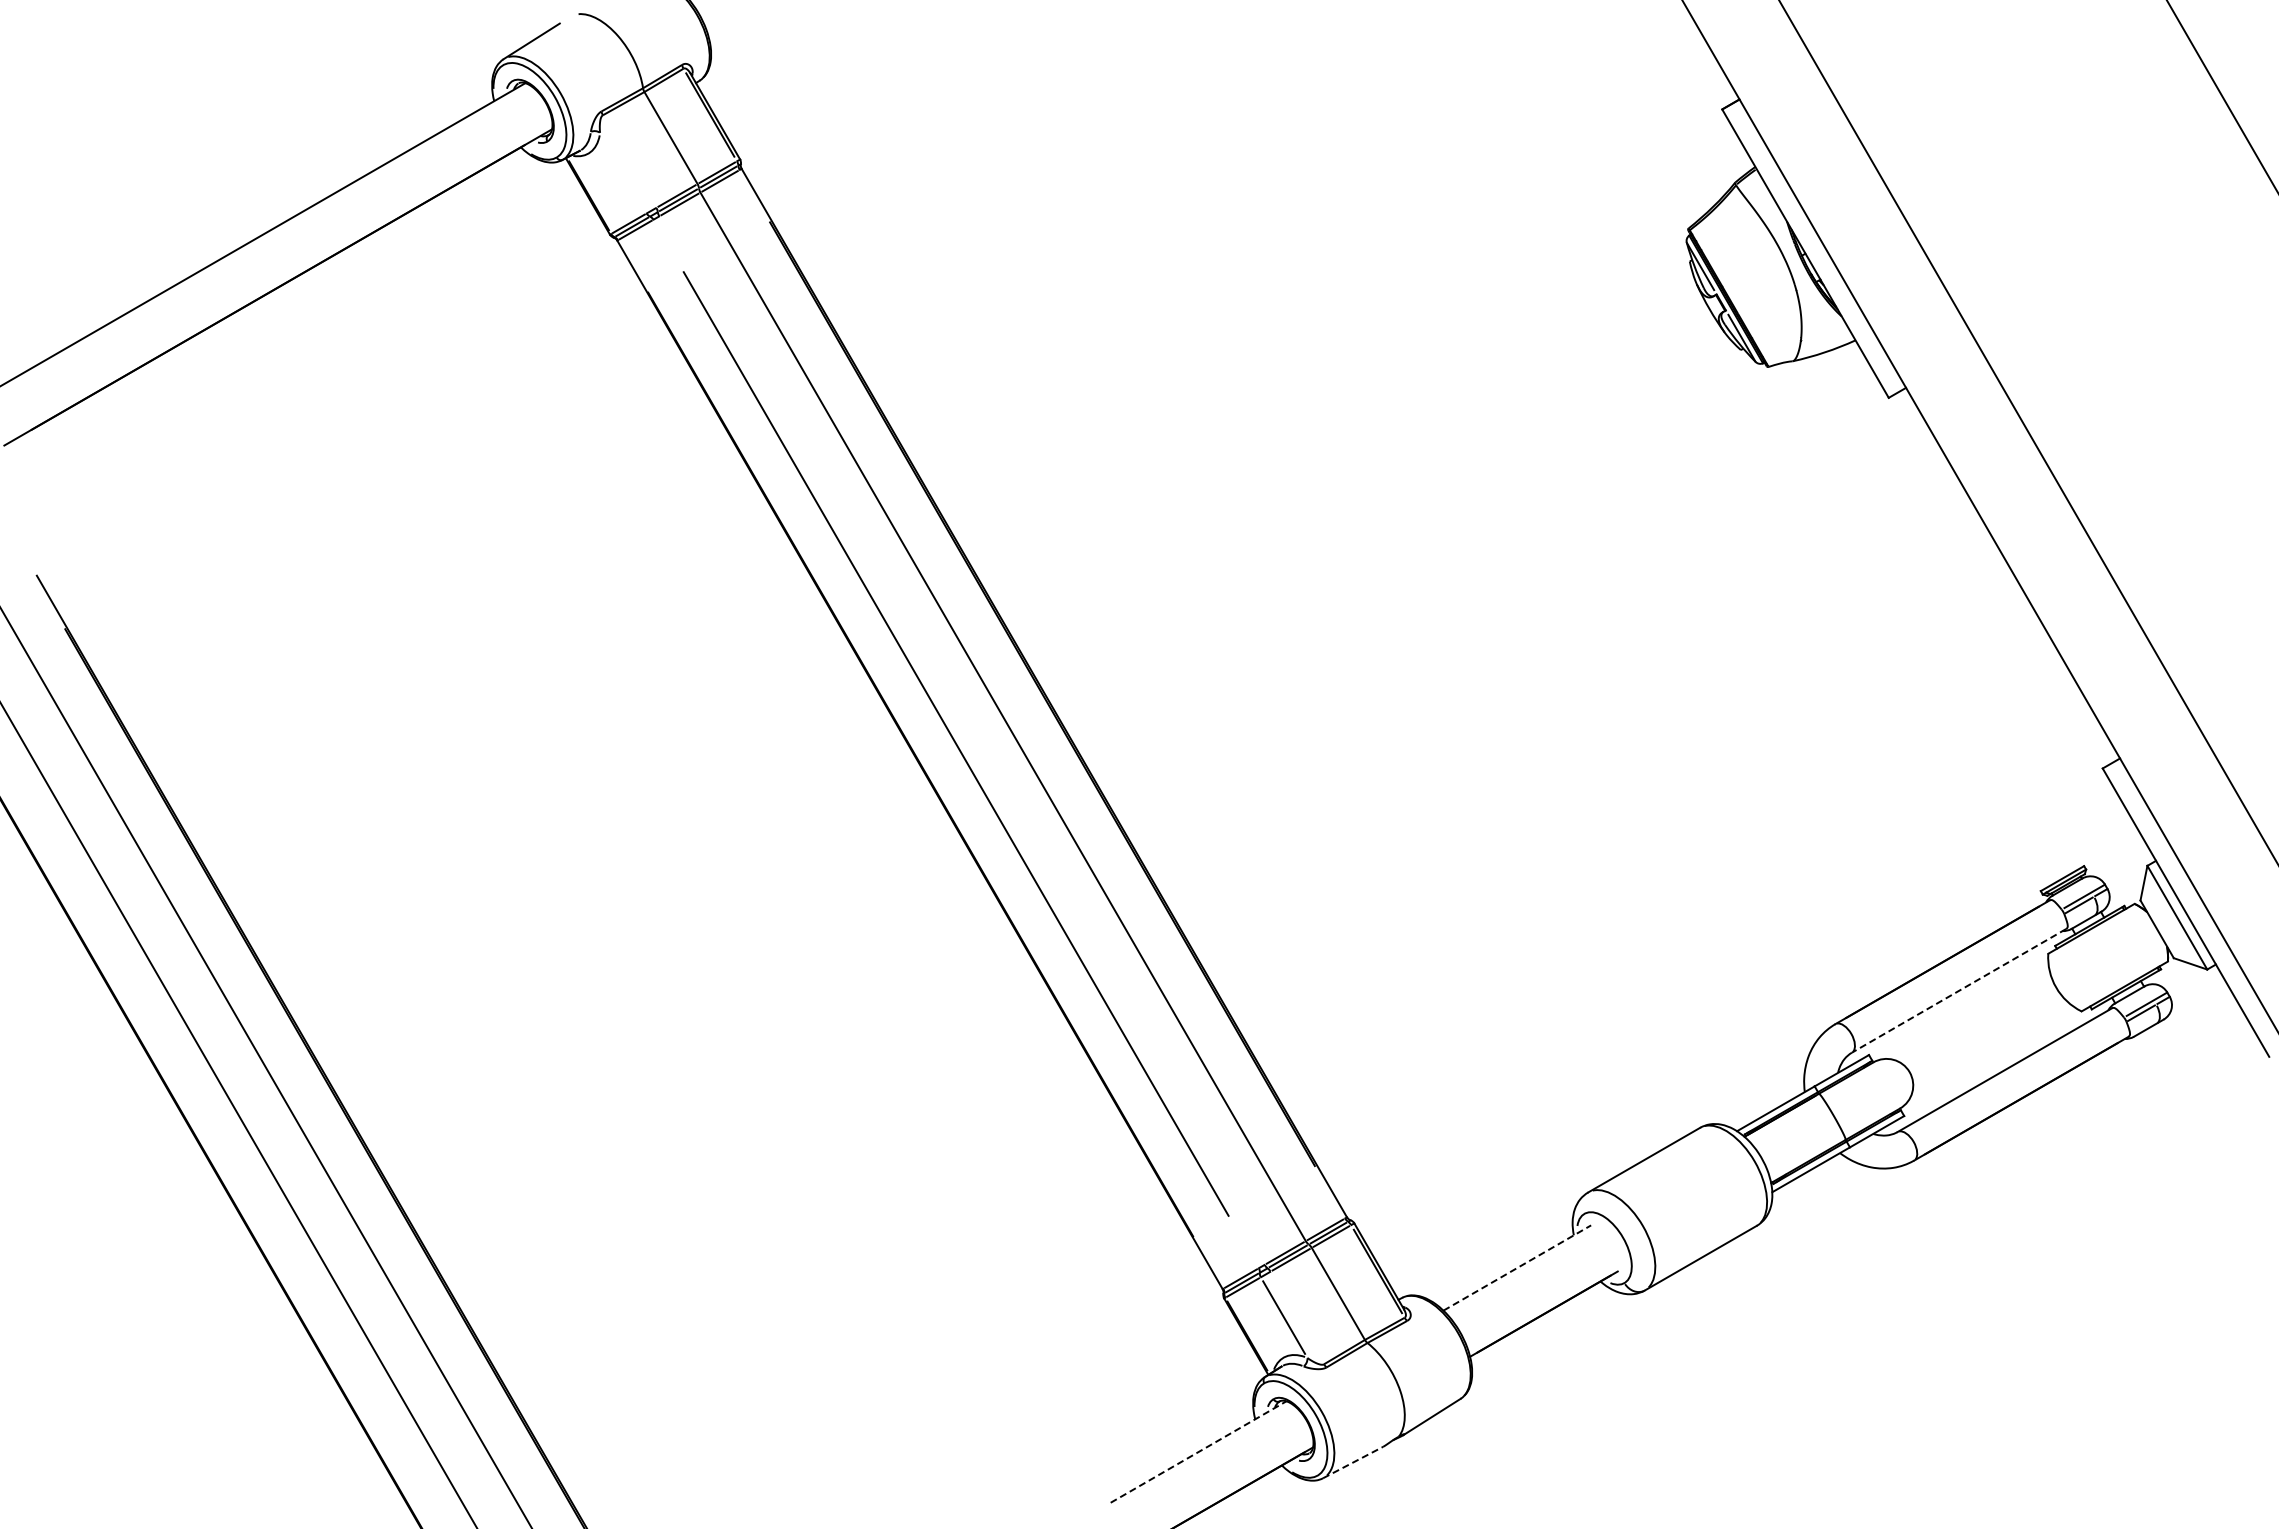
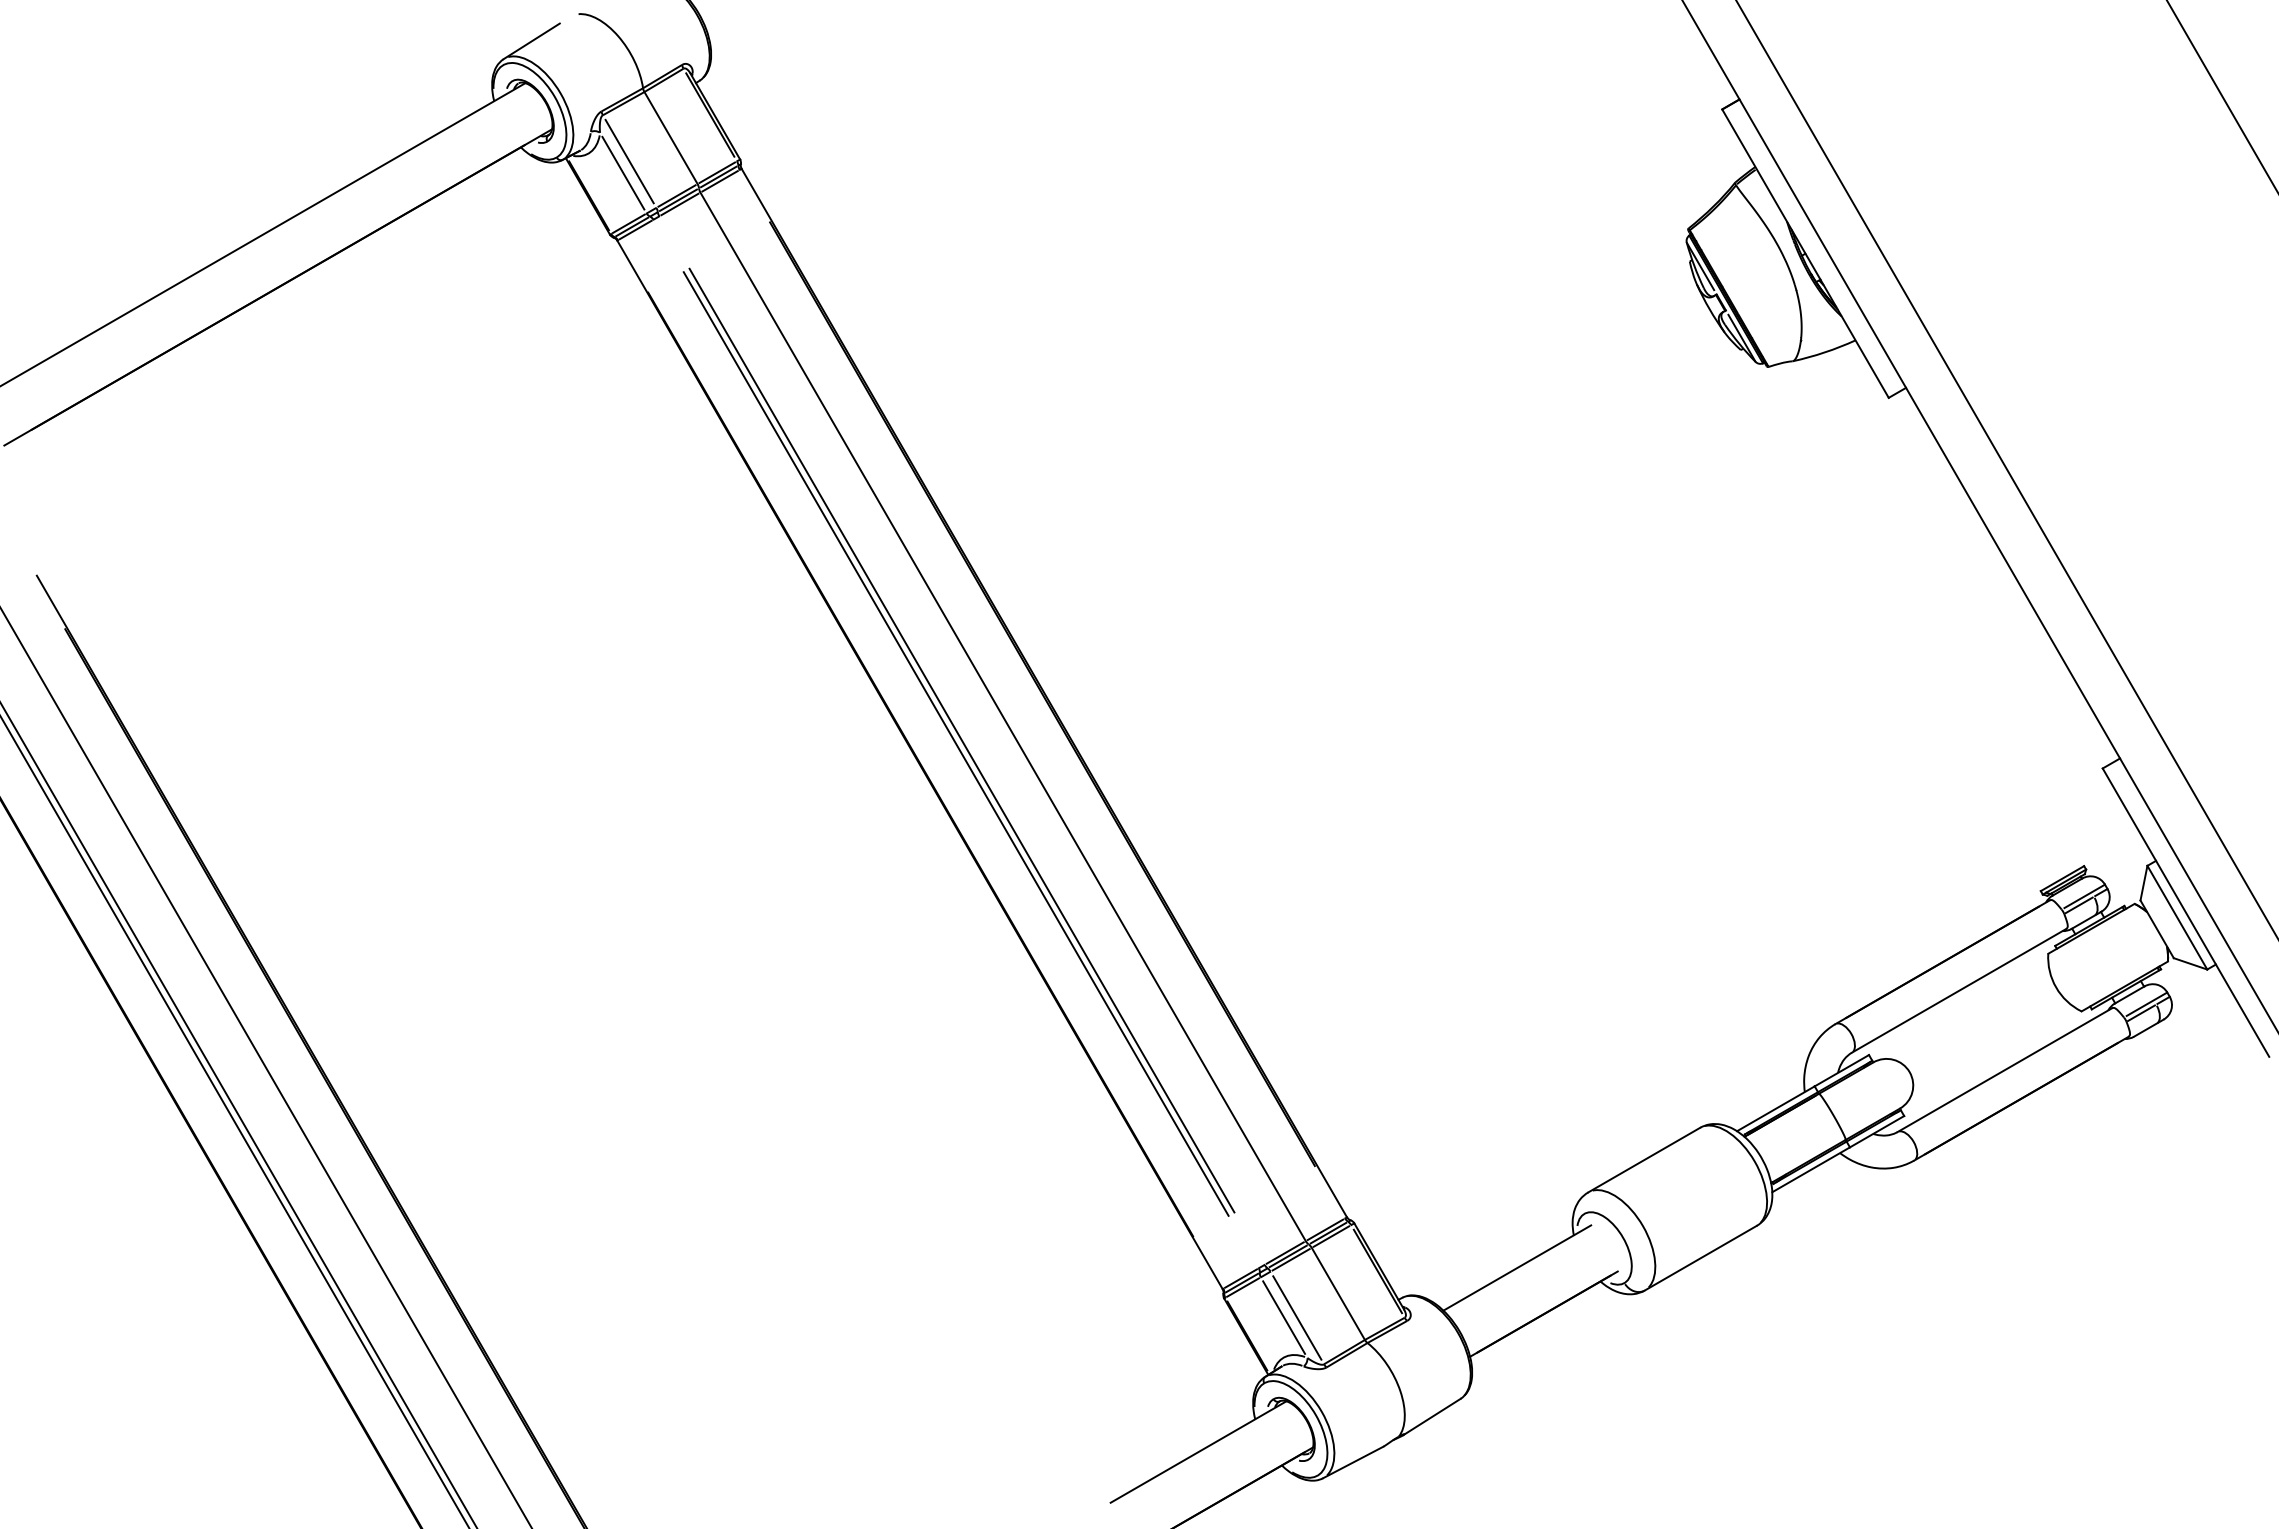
line at (629, 161): none -> present
line at (623, 172): none -> present
line at (2027, 431) position: (2027, 431) -> (2006, 468)
line at (961, 740): none -> present
line at (1959, 990): dashed -> solid
line at (234, 1121): none -> present
line at (1517, 1267): dashed -> solid
line at (1297, 1317): none -> present
line at (1199, 1451): dashed -> solid
line at (1353, 1462): dashed -> solid
